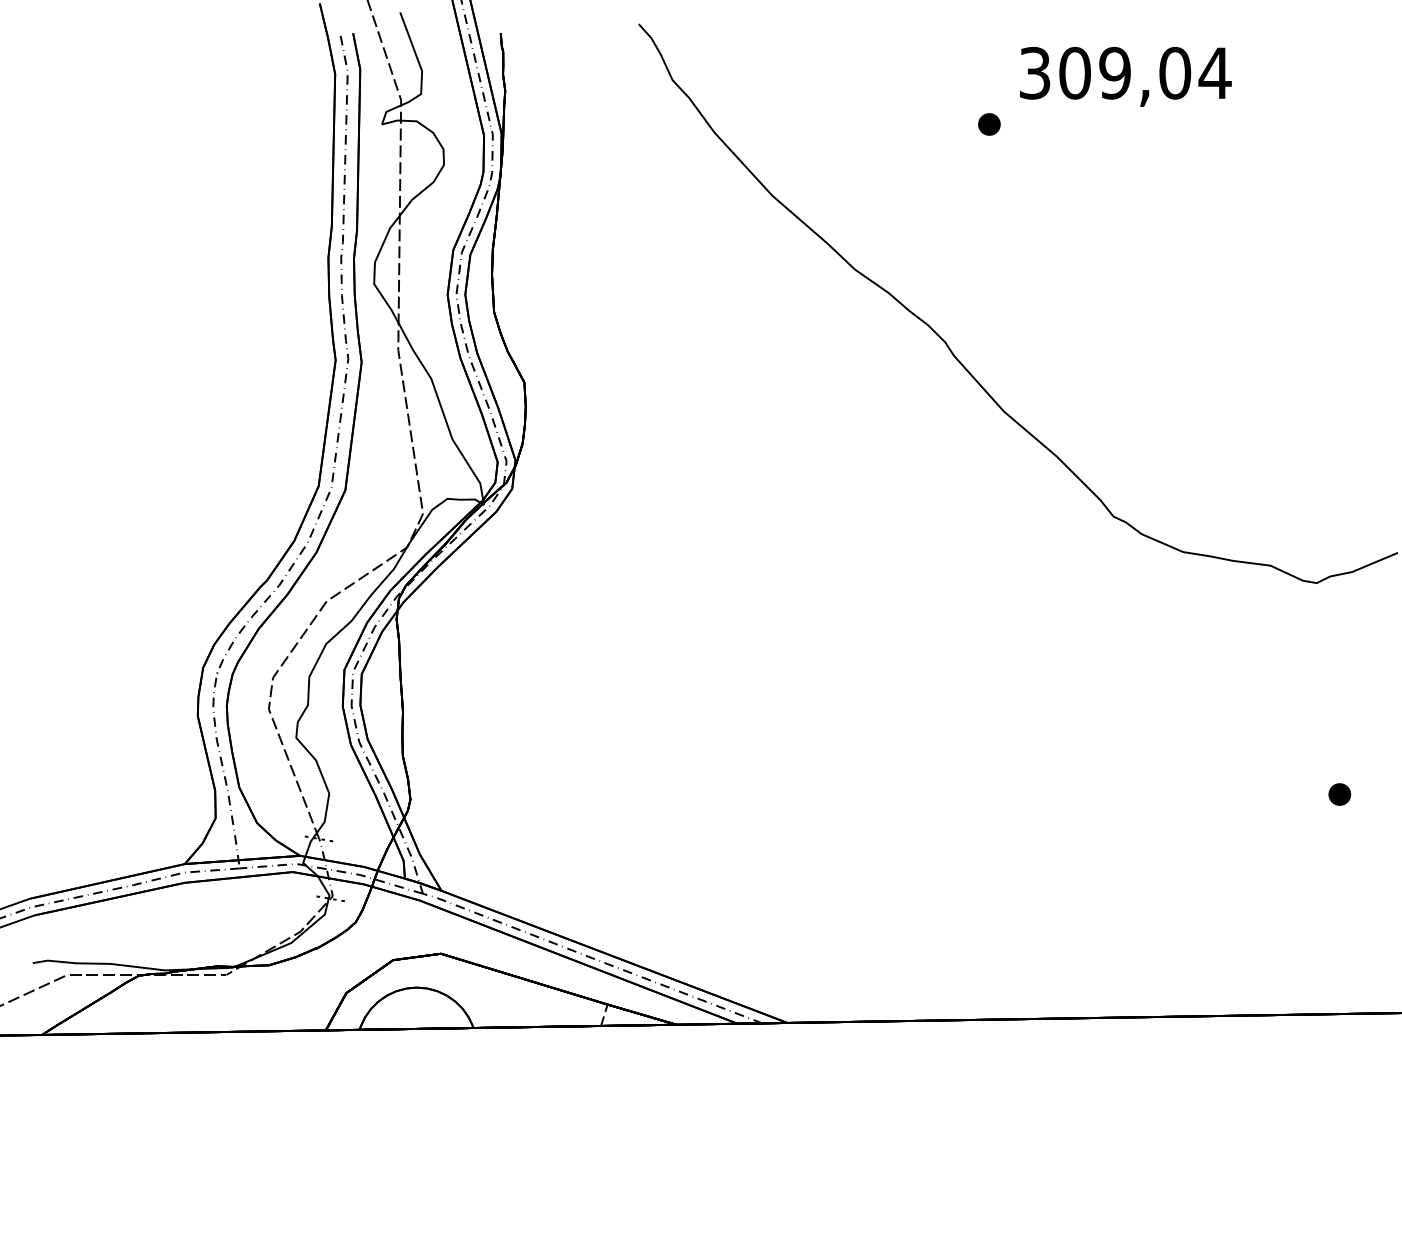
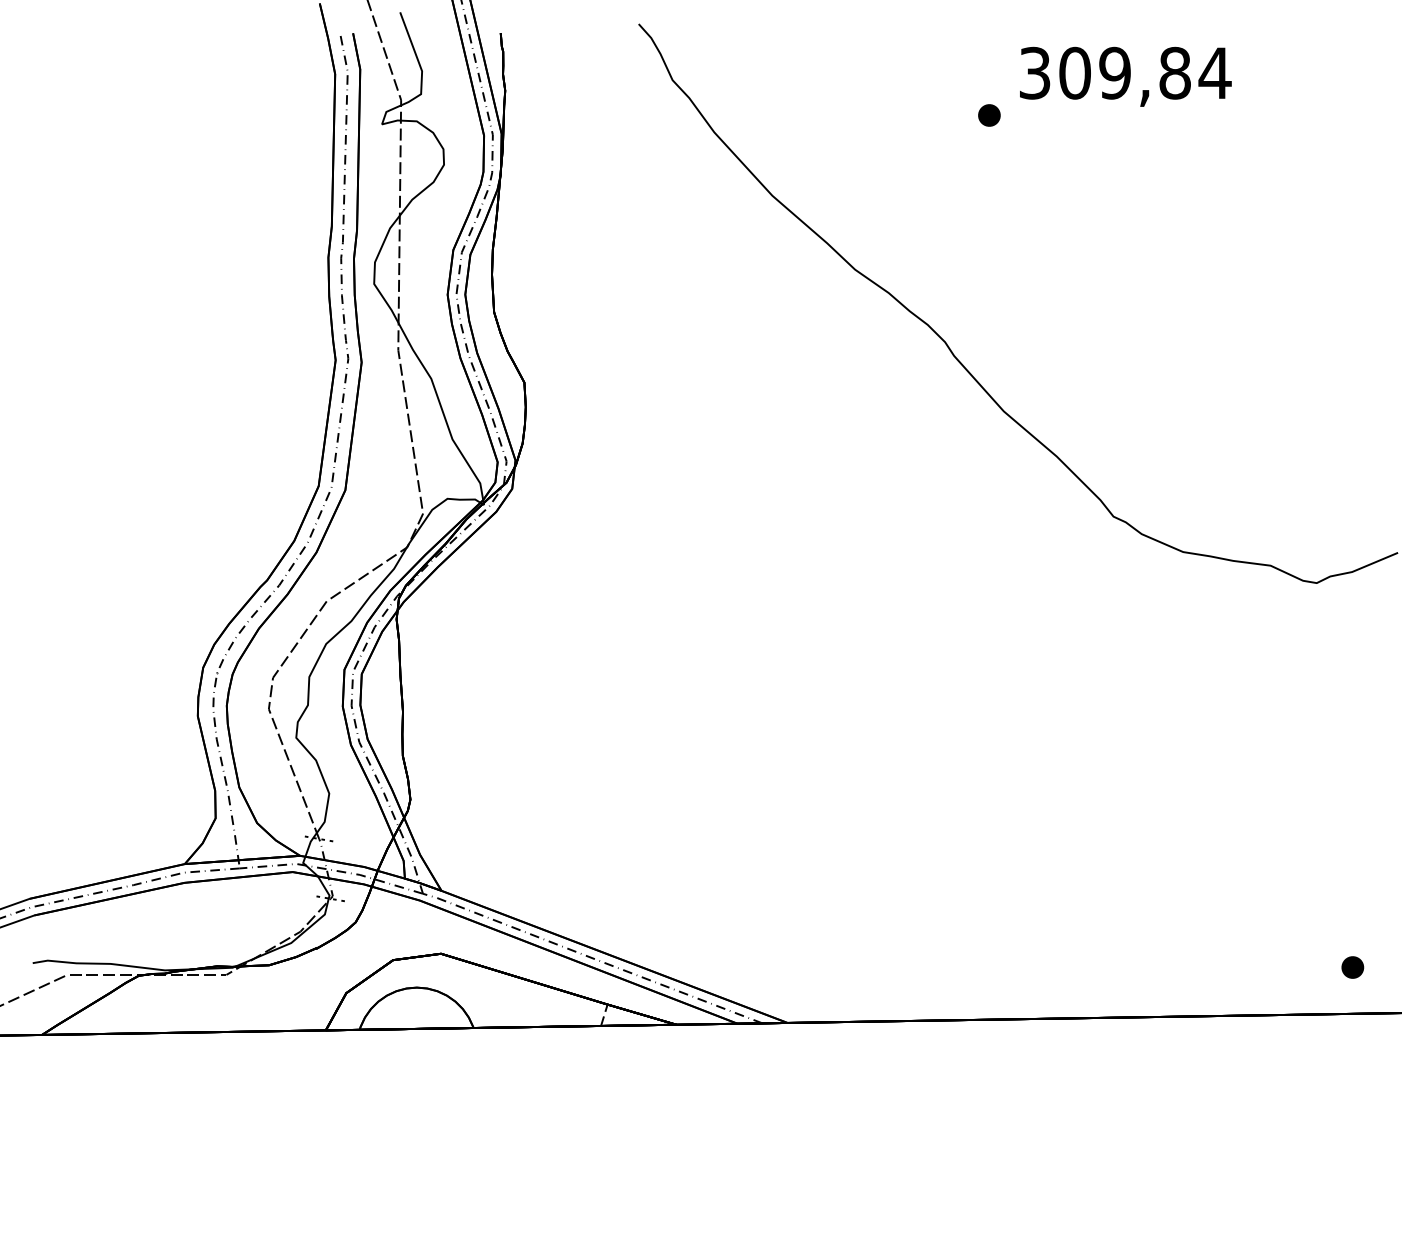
text at (1175, 73): 309,04 -> 309,84
part at (989, 124) position: (989, 124) -> (989, 115)
part at (1339, 794) position: (1339, 794) -> (1352, 967)
